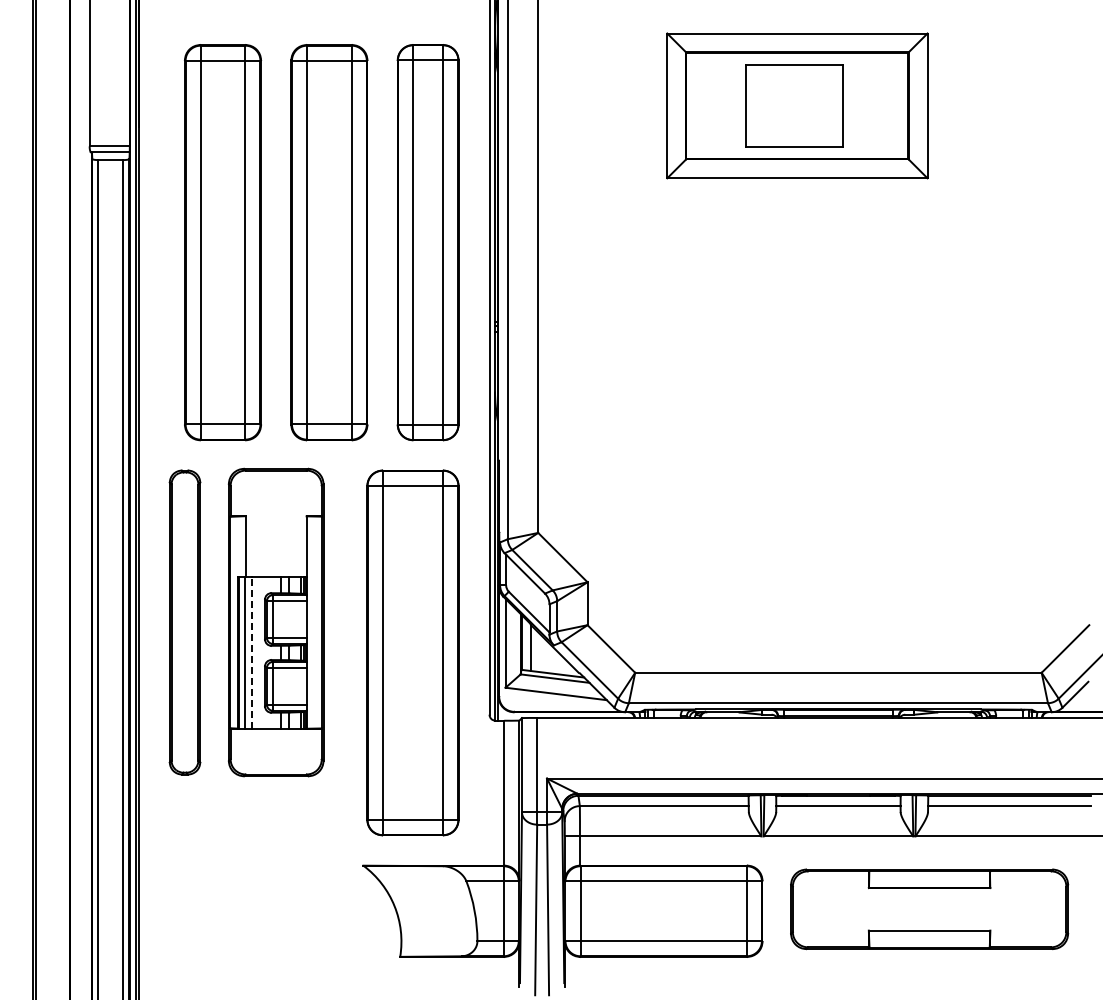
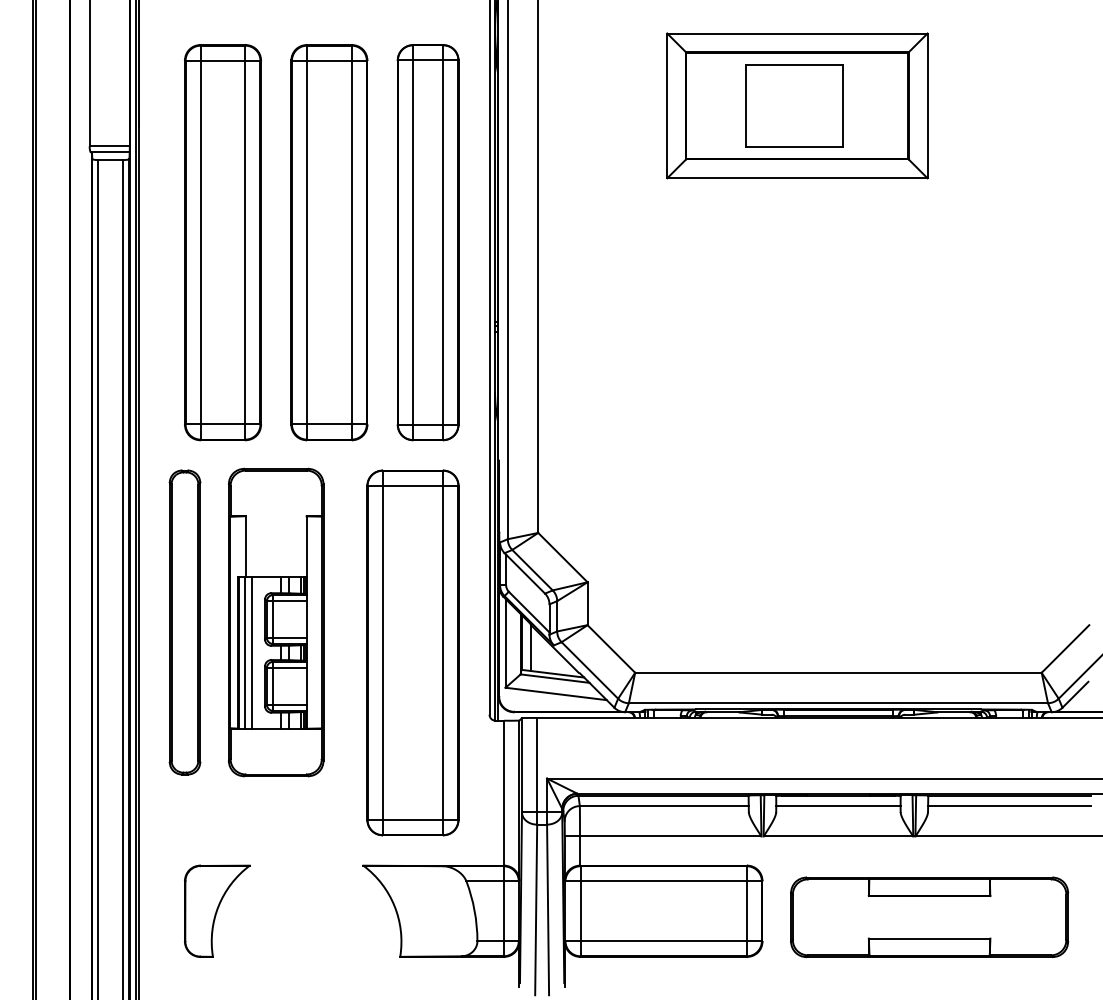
line at (251, 652): dashed -> solid
part at (929, 909) position: (929, 909) -> (929, 917)
part at (217, 910): none -> present
